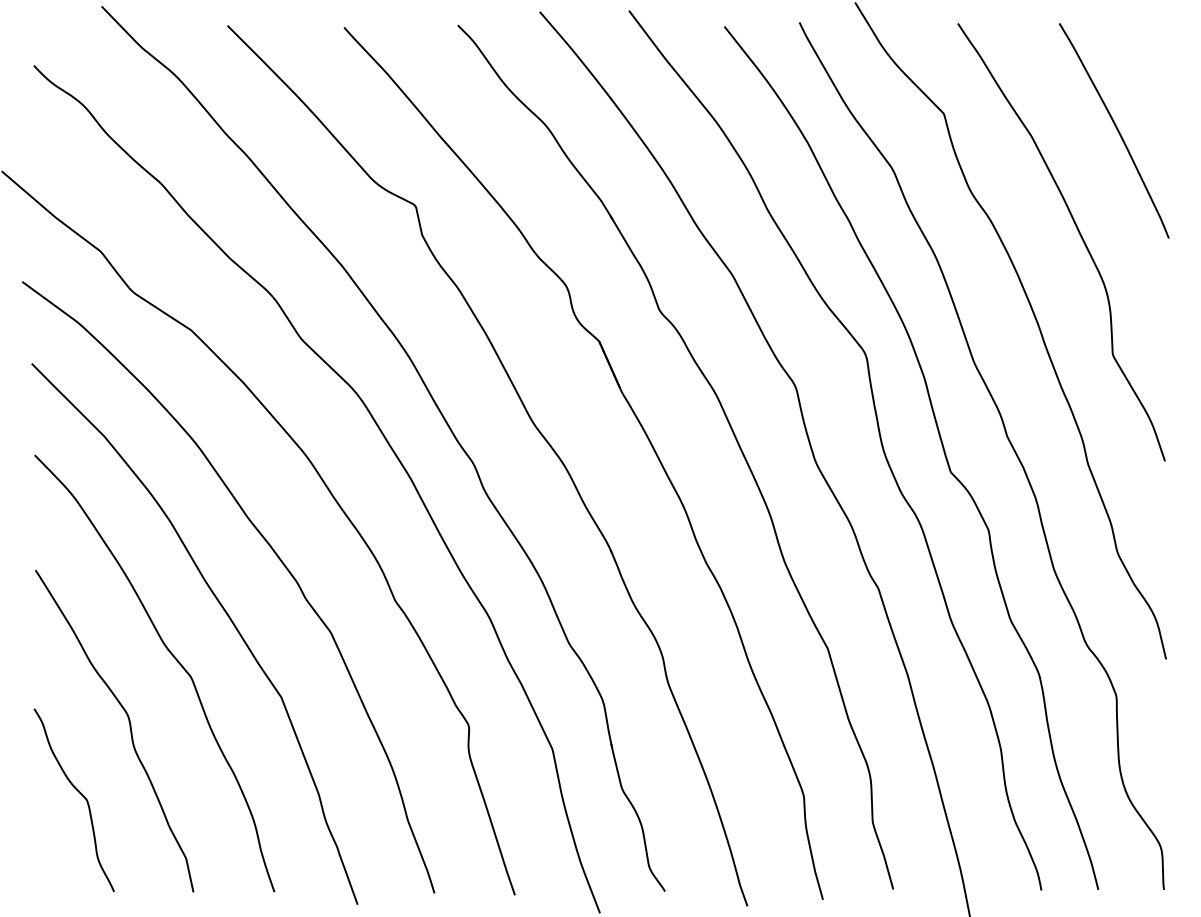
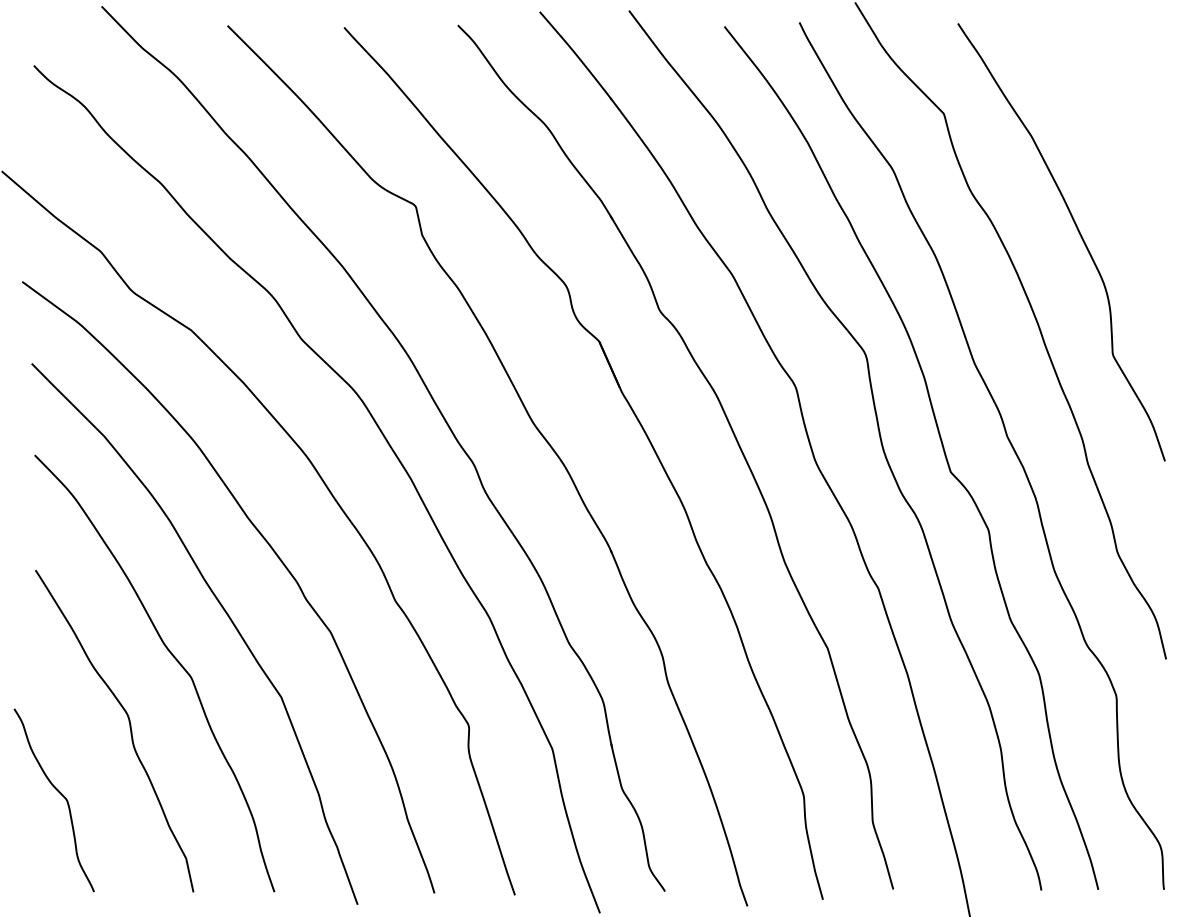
curve at (1116, 129): present -> none
curve at (79, 793) position: (79, 793) -> (59, 793)
